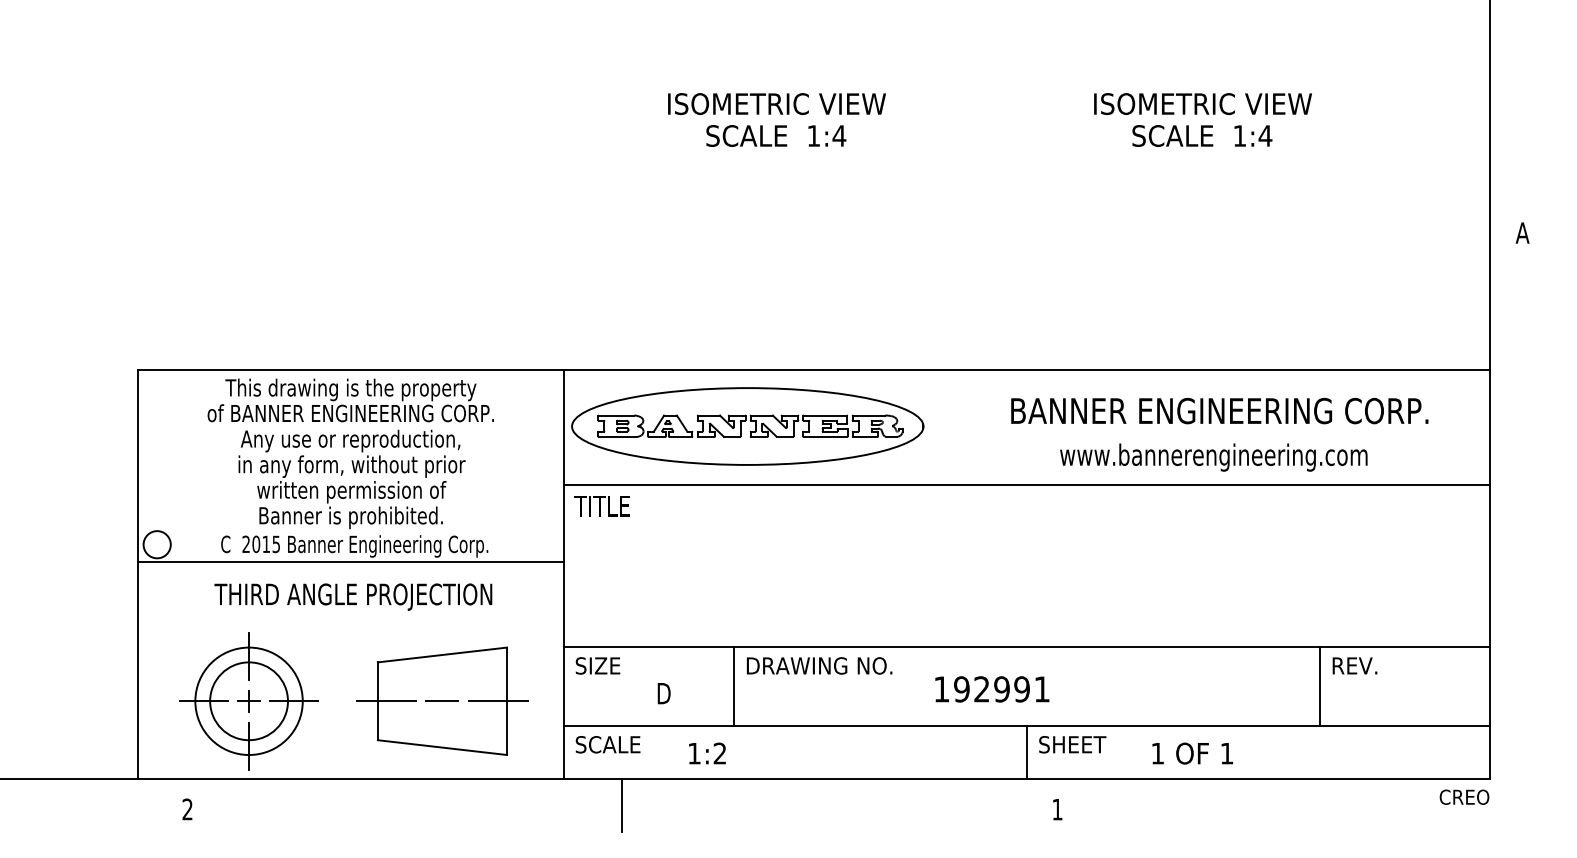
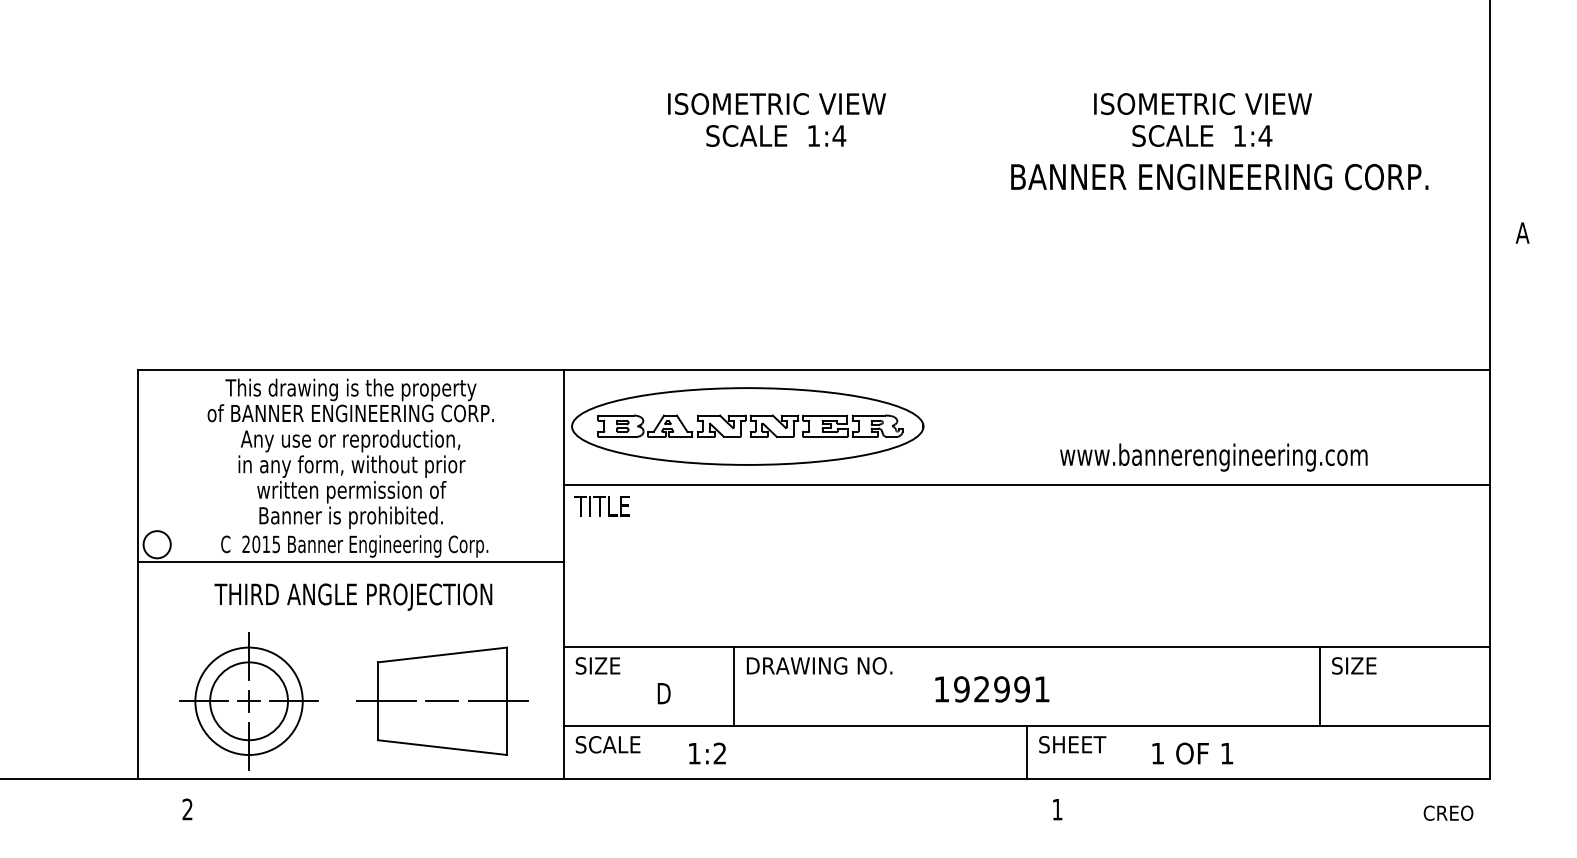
text at (1219, 410) position: (1219, 410) -> (1219, 176)
text at (1354, 665): REV. -> SIZE
text at (1464, 796) position: (1464, 796) -> (1448, 812)
line at (622, 805): present -> none
